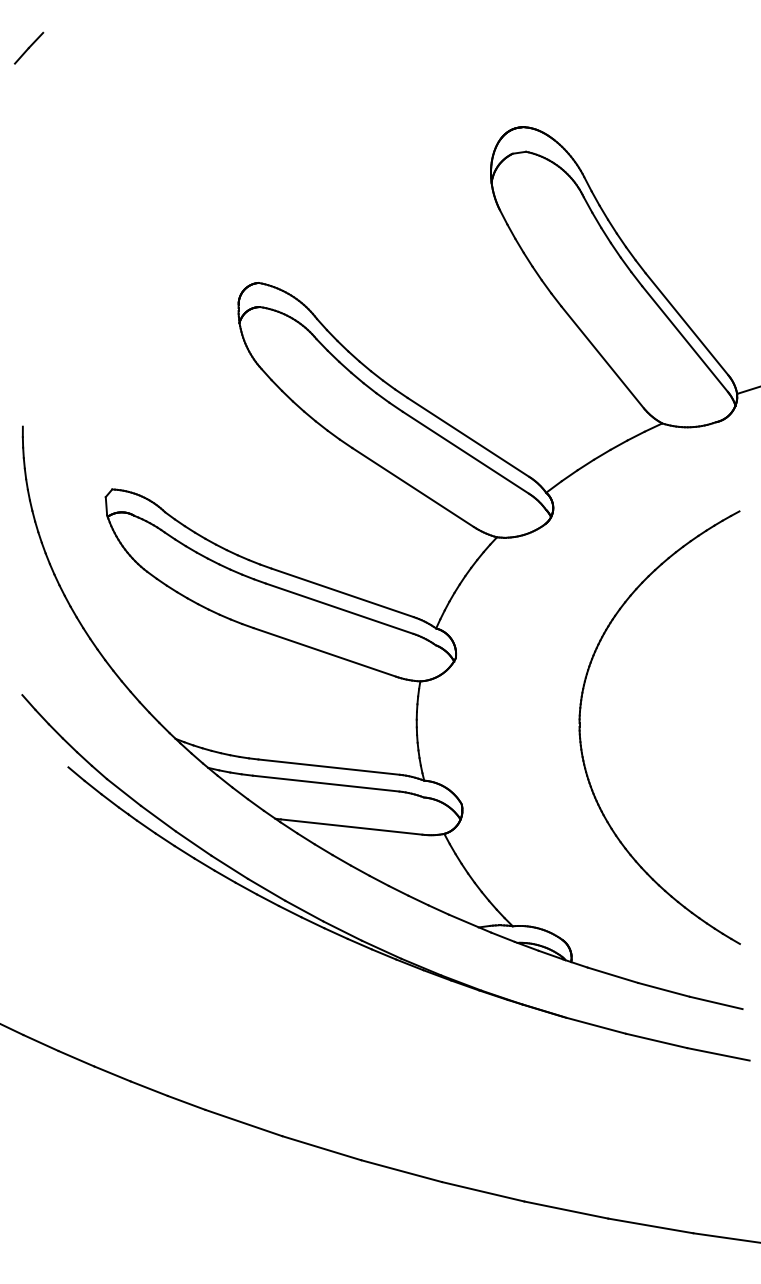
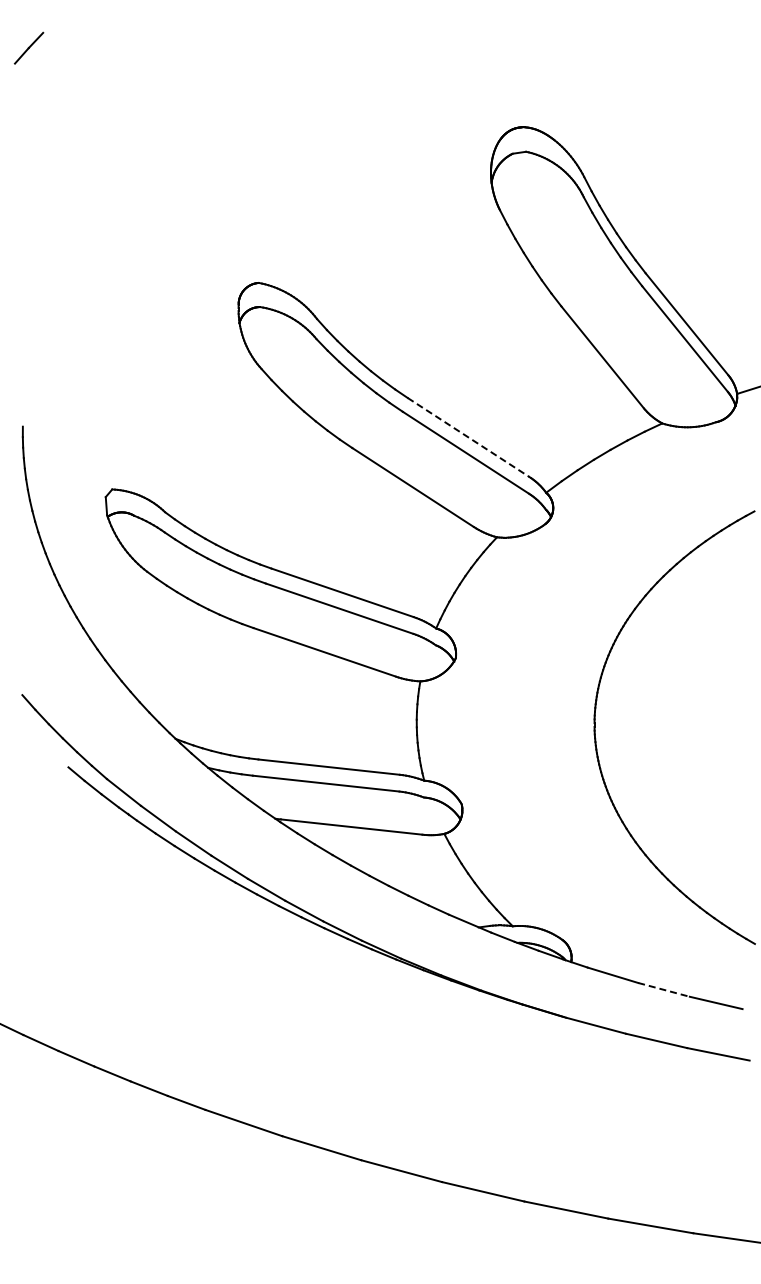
line at (468, 437): solid -> dashed
part at (581, 738) position: (581, 738) -> (596, 738)
line at (664, 989): solid -> dashed
